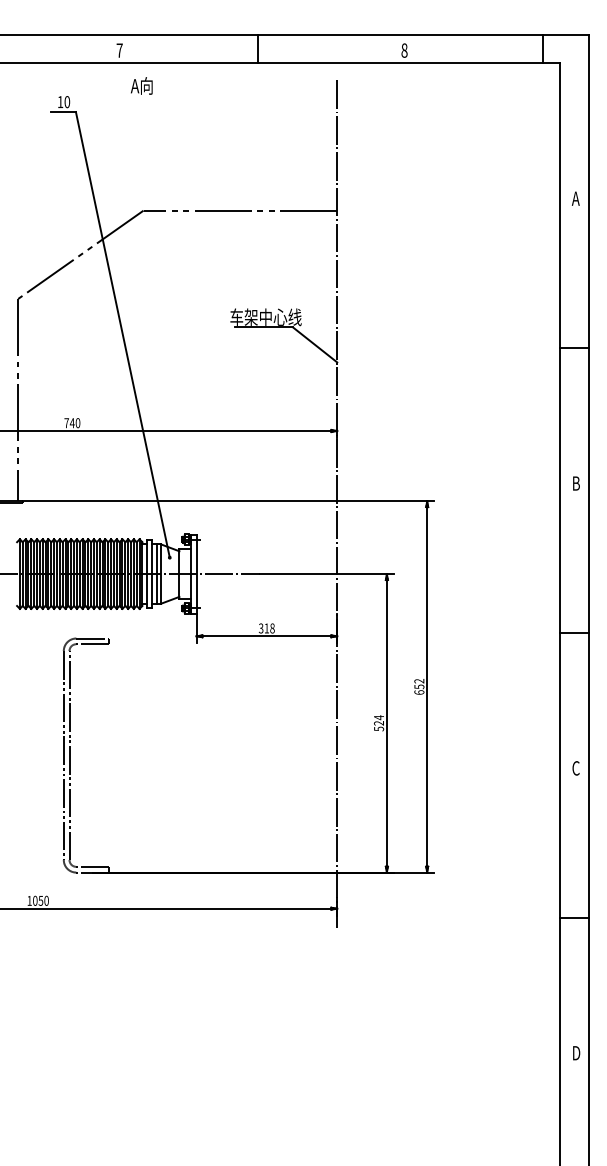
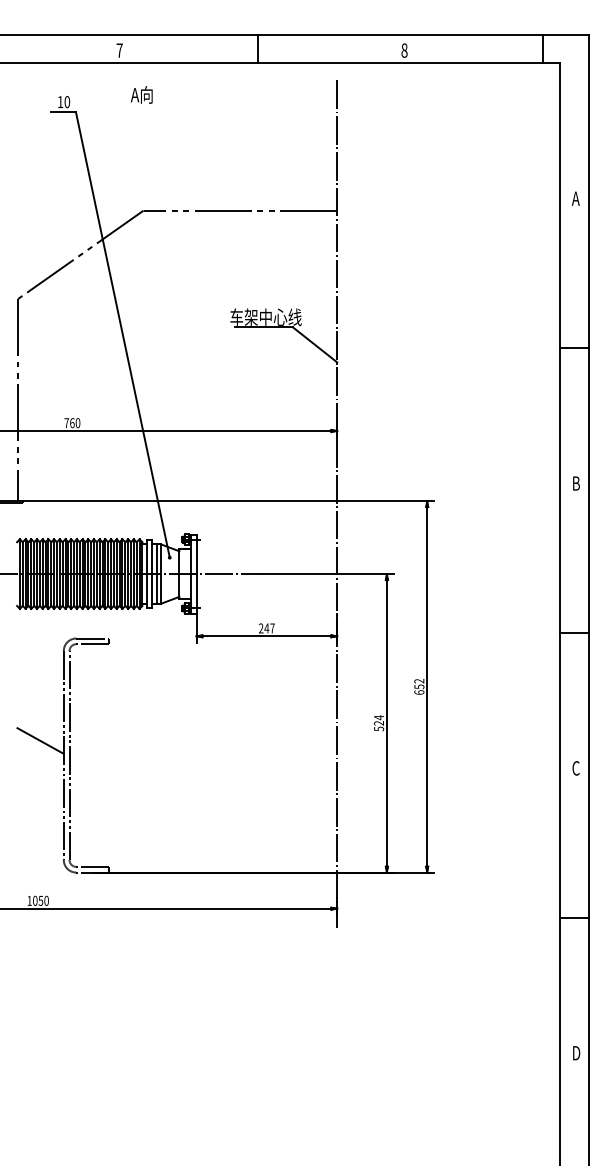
text at (141, 85) position: (141, 85) -> (141, 94)
text at (71, 423): 740 -> 760
text at (266, 628): 318 -> 247
line at (40, 740): none -> present
